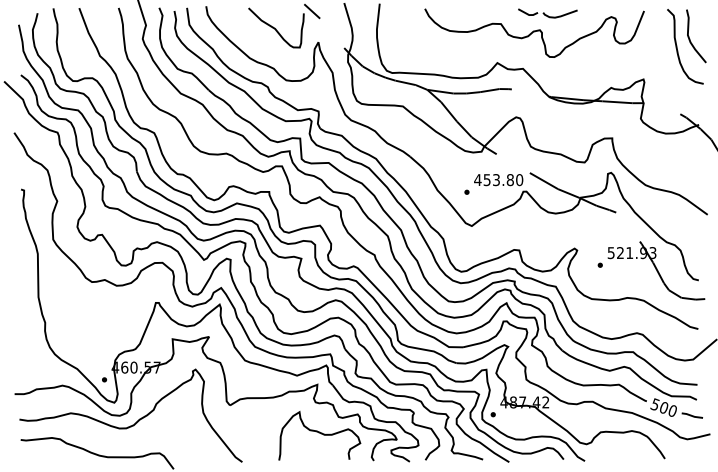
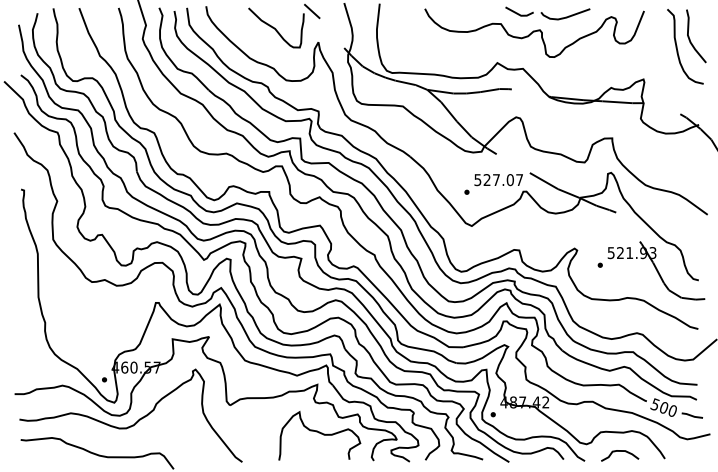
part at (547, 13) size: 60x11 px -> 86x15 px
text at (498, 180): 453.80 -> 527.07
curve at (620, 451): none -> present
